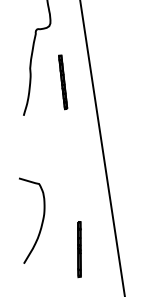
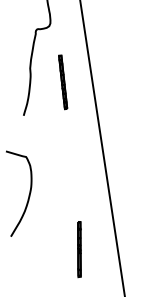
curve at (41, 221) position: (41, 221) -> (28, 194)
